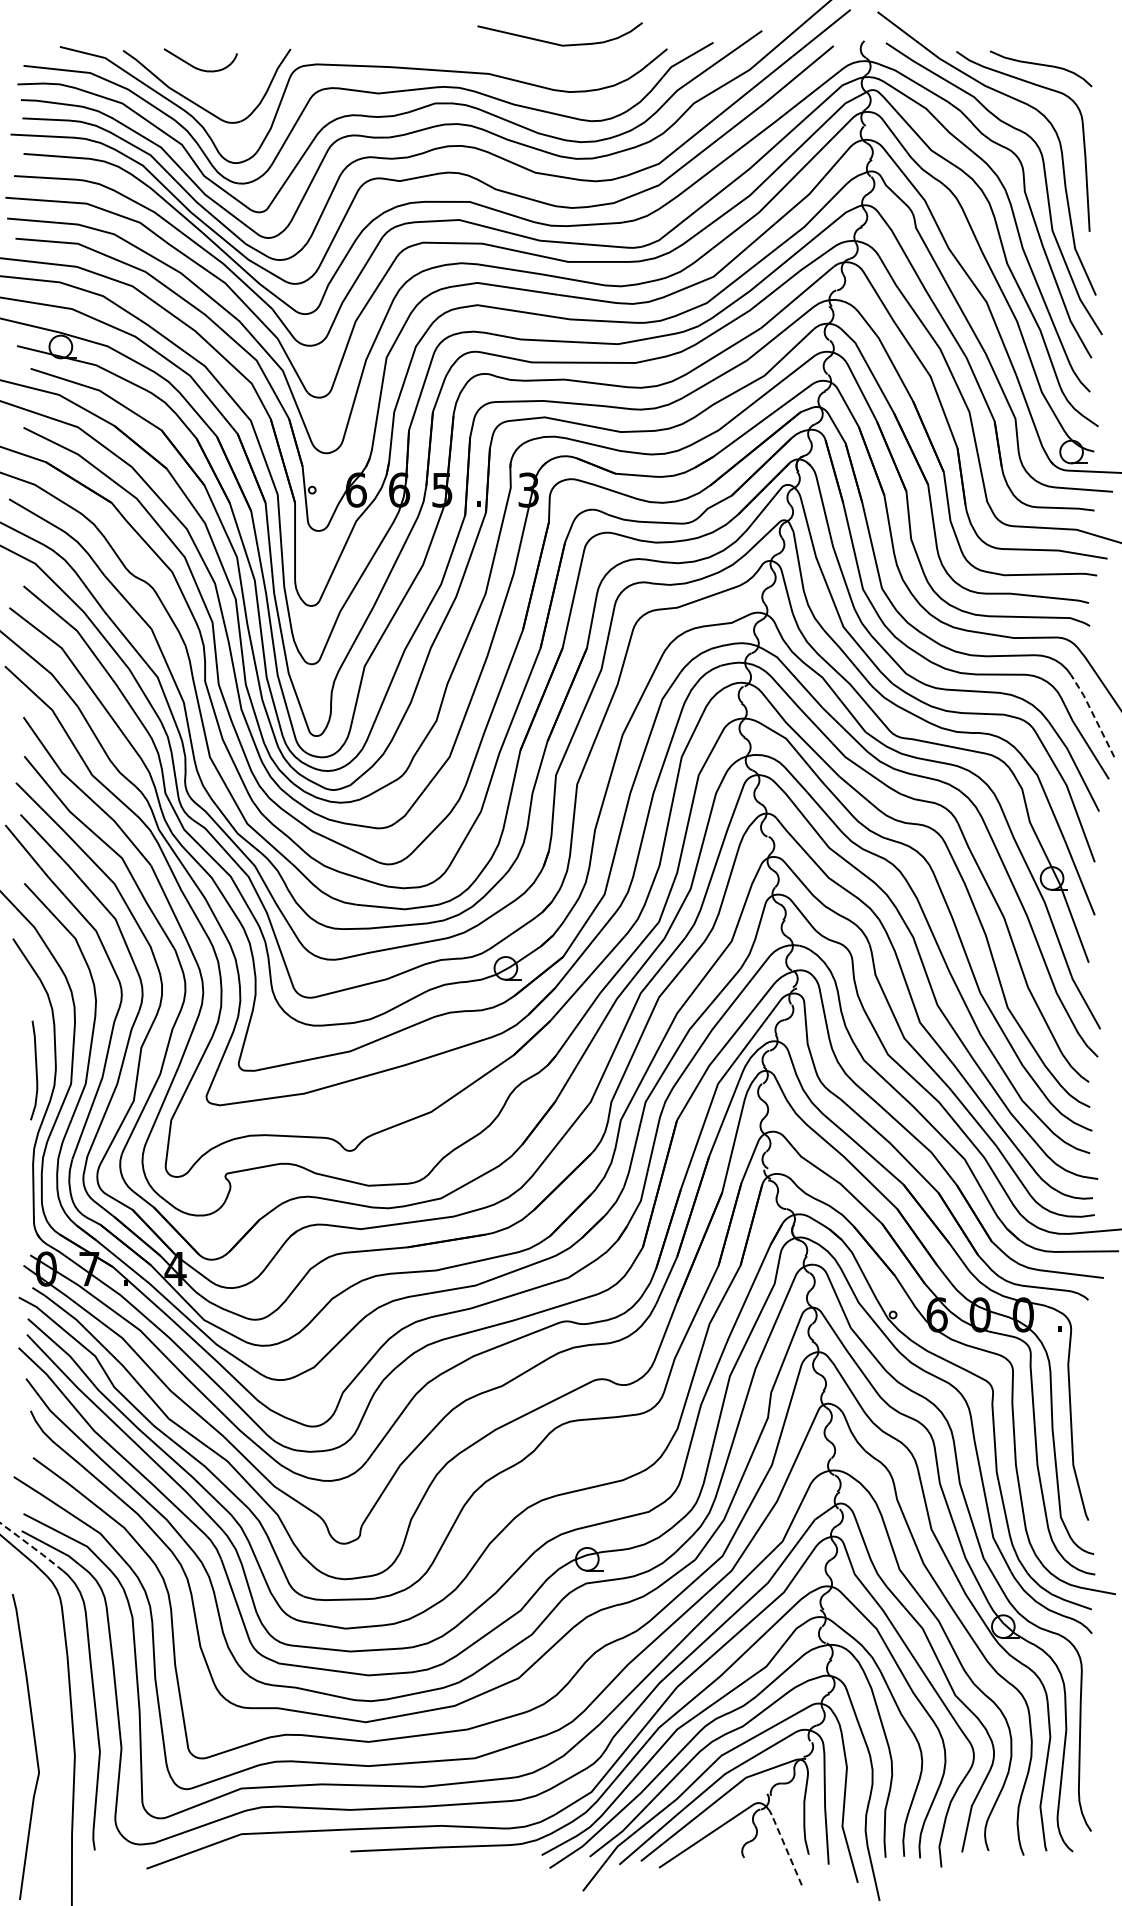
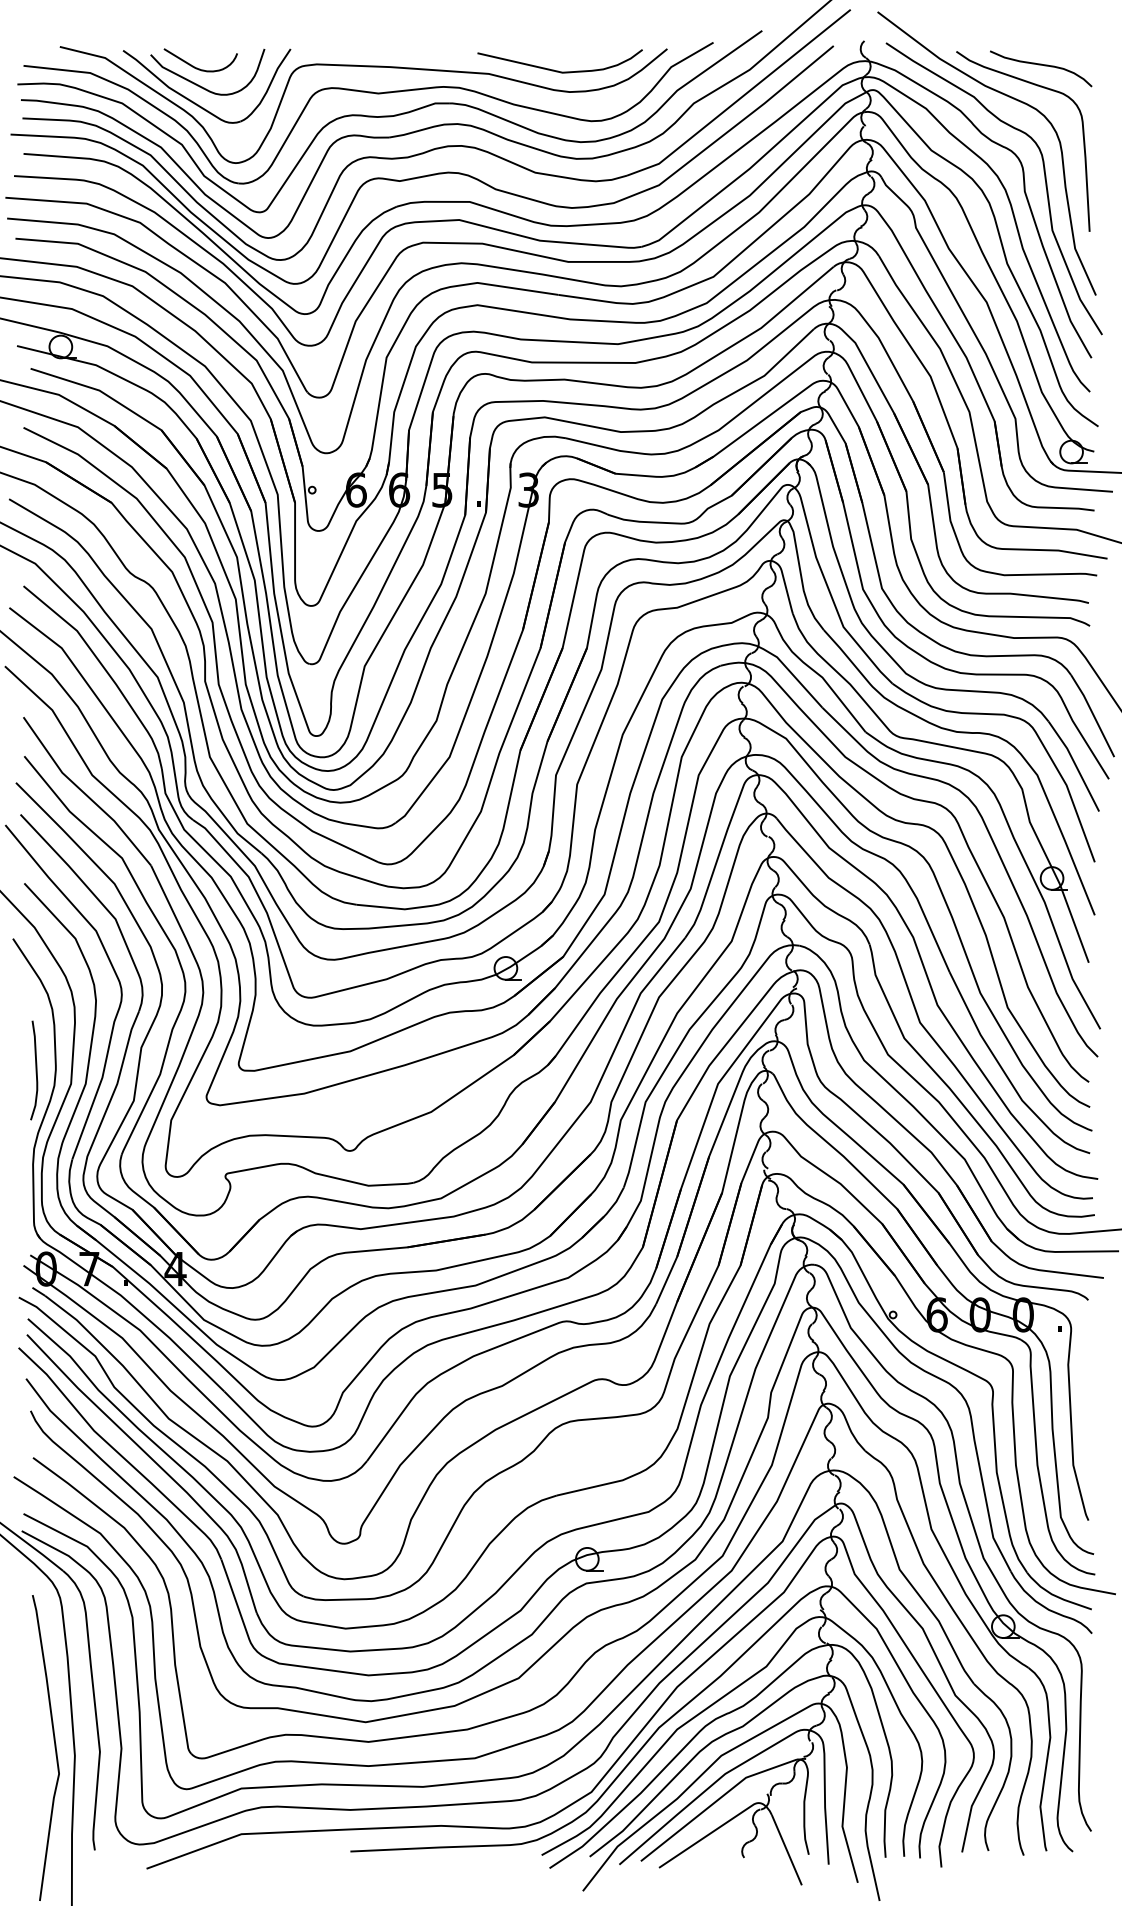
curve at (558, 43) position: (558, 43) -> (558, 70)
curve at (200, 85): none -> present
line at (1093, 714): dashed -> solid
line at (32, 1547): dashed -> solid
curve at (34, 1746) position: (34, 1746) -> (54, 1747)
line at (786, 1849): dashed -> solid
